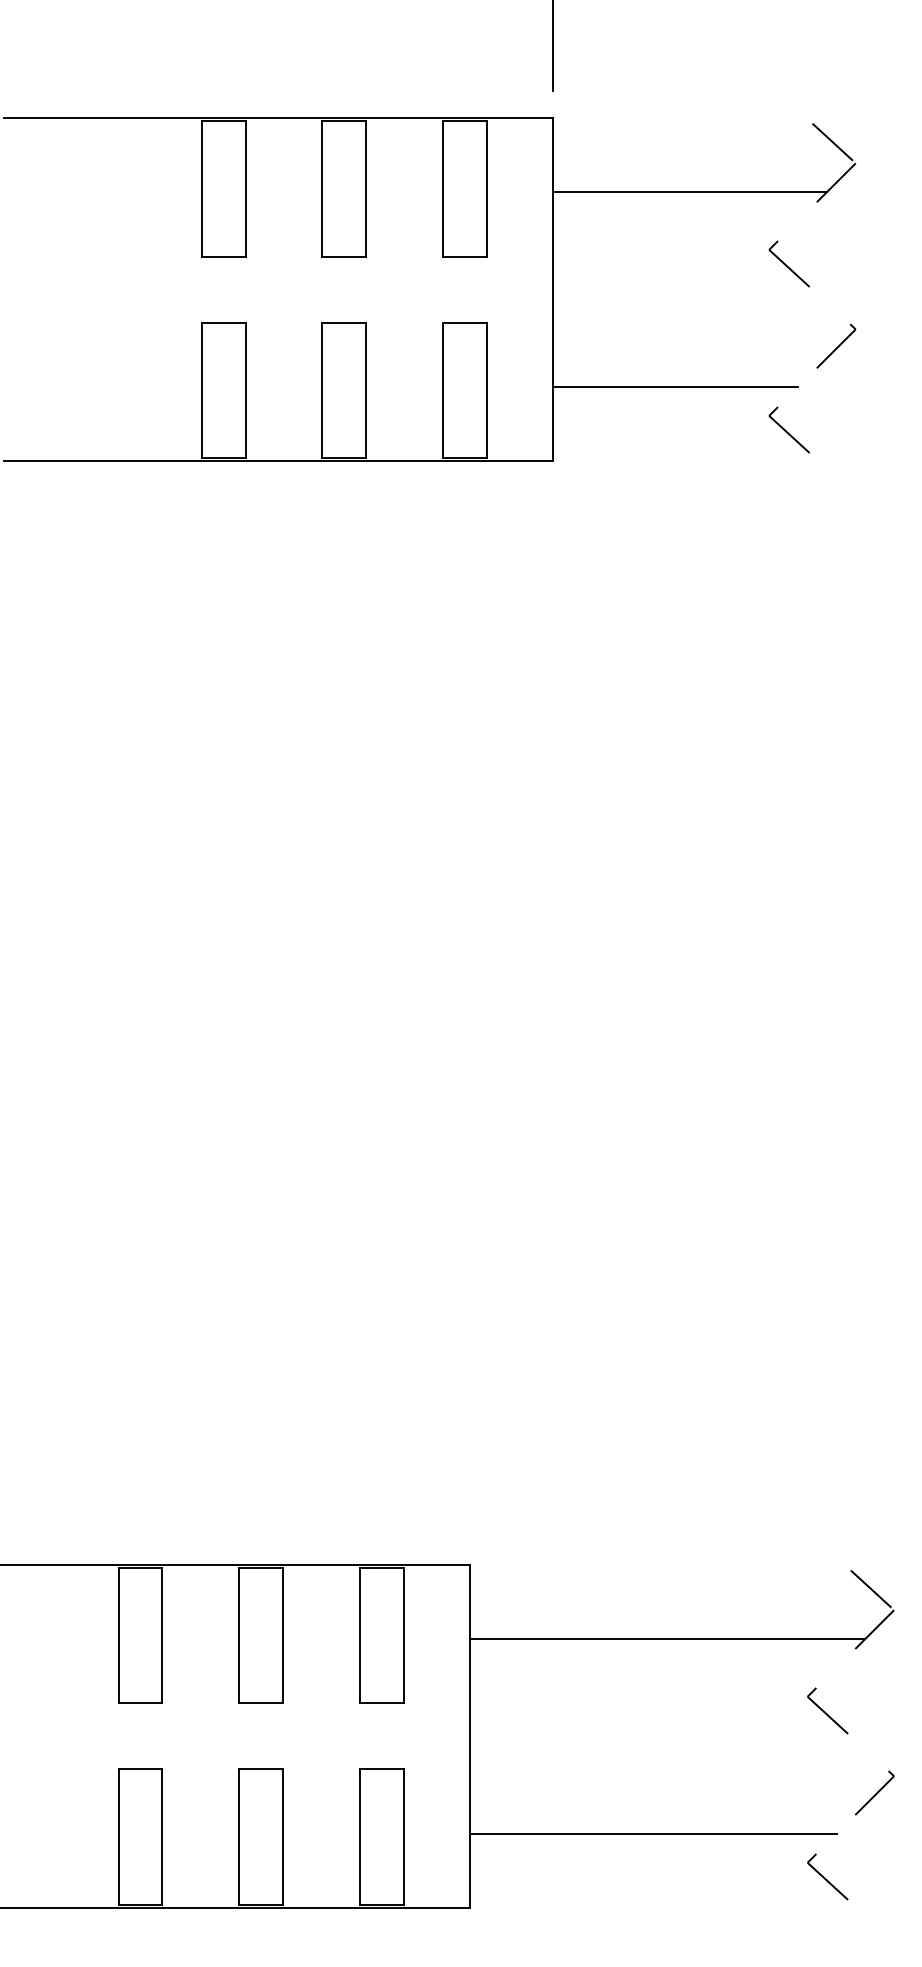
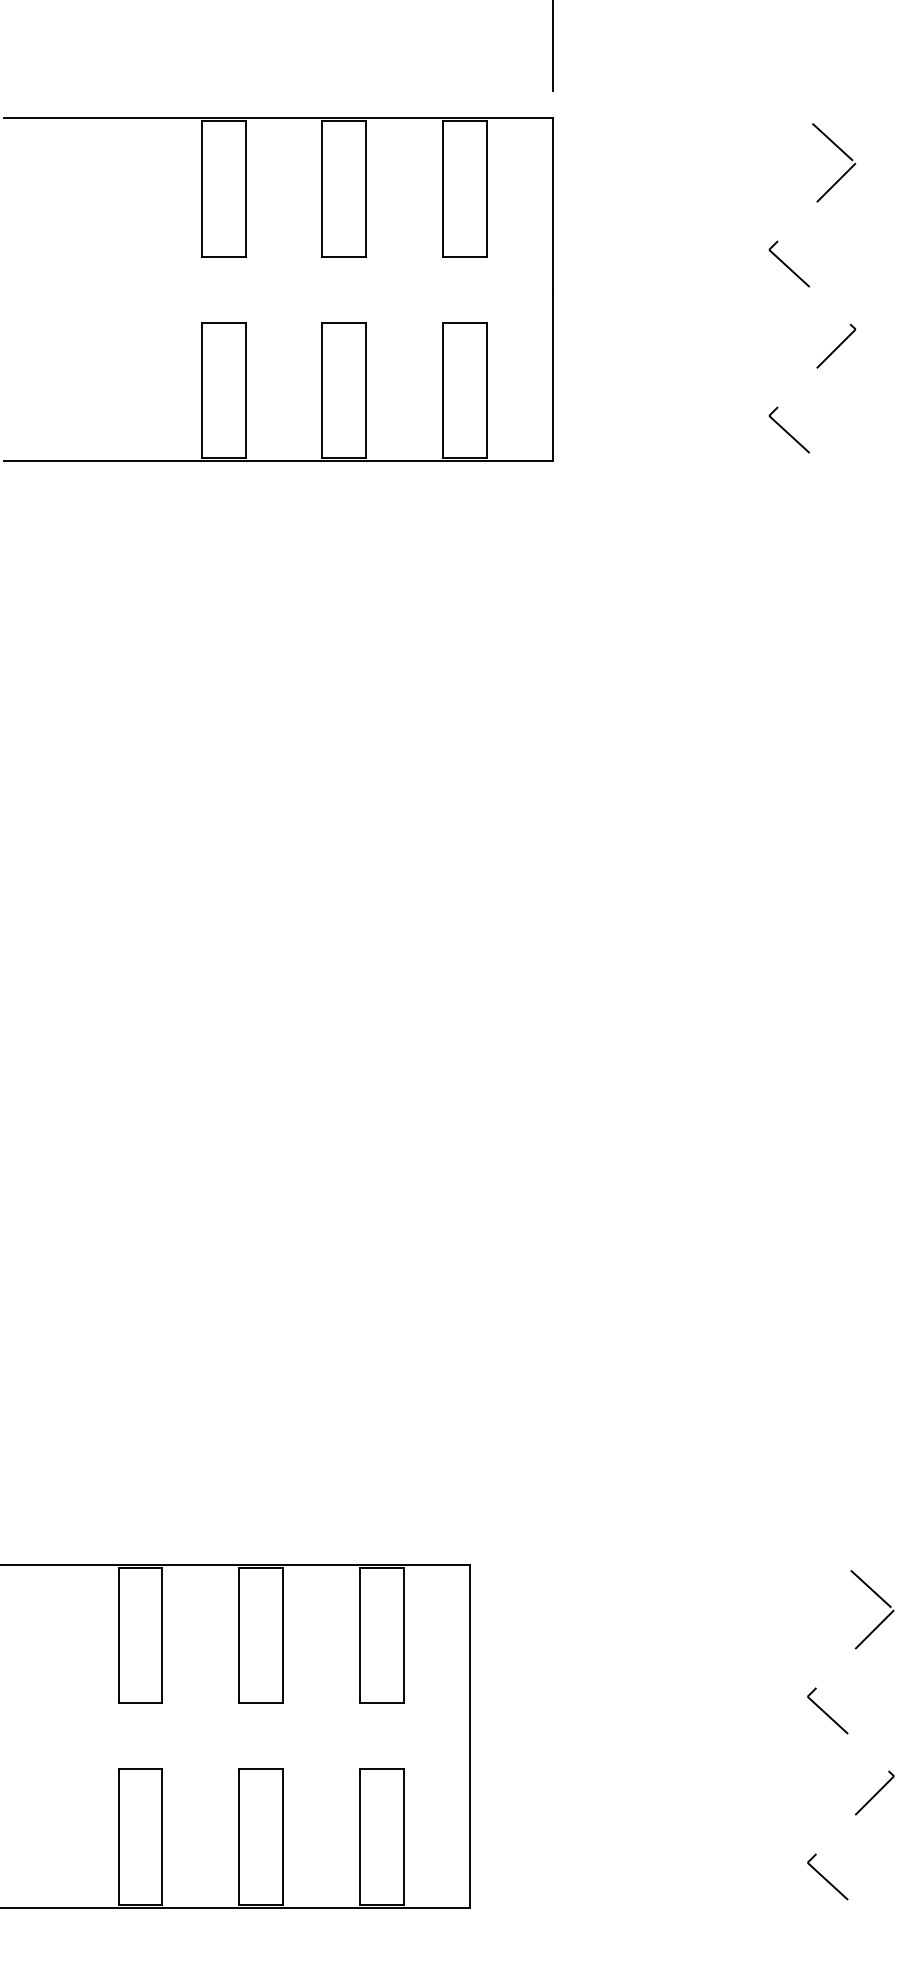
line at (689, 192): present -> none
line at (675, 386): present -> none
line at (667, 1639): present -> none
line at (653, 1833): present -> none
